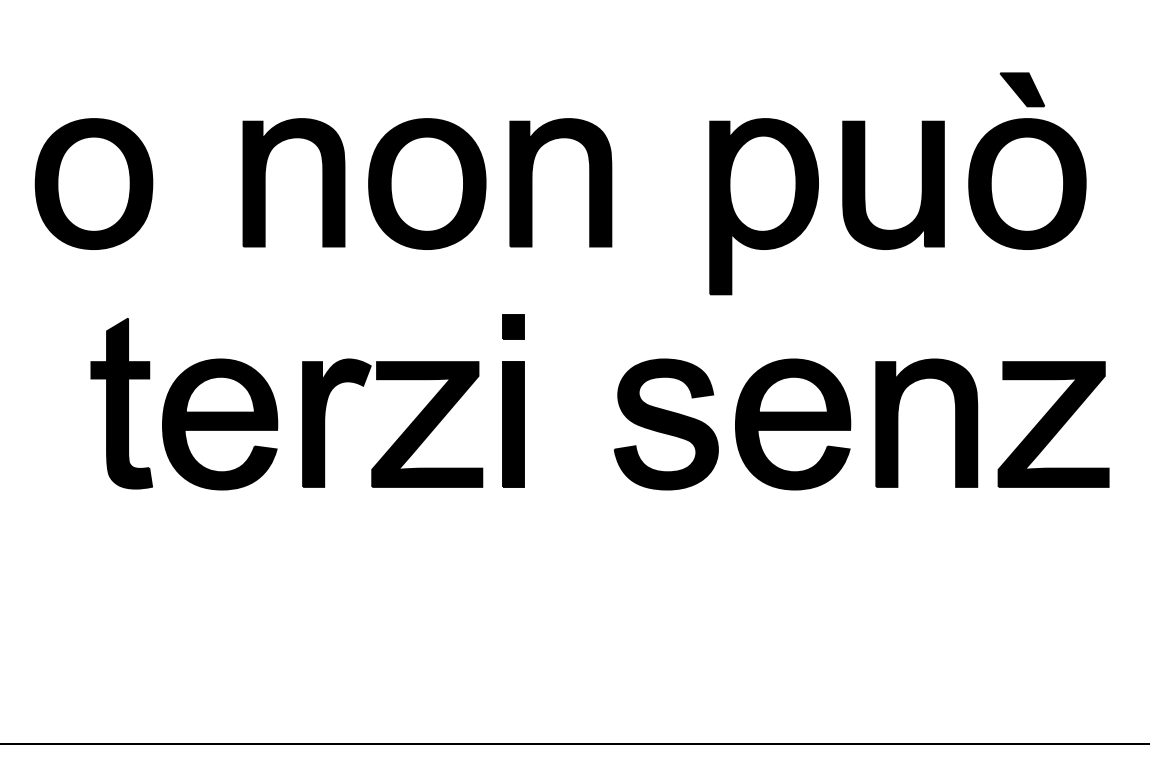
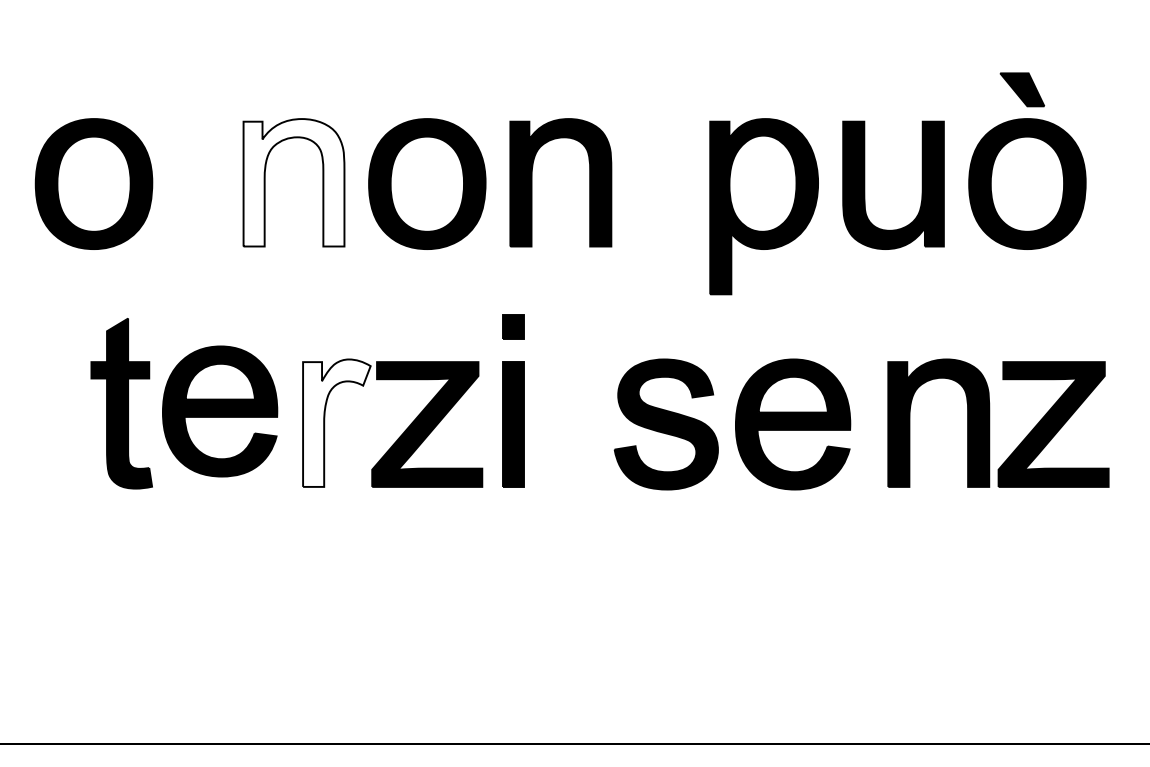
fill at (293, 182): present -> none
fill at (336, 422): present -> none
part at (898, 422) position: (898, 422) -> (910, 422)
part at (220, 424) position: (220, 424) -> (220, 411)
